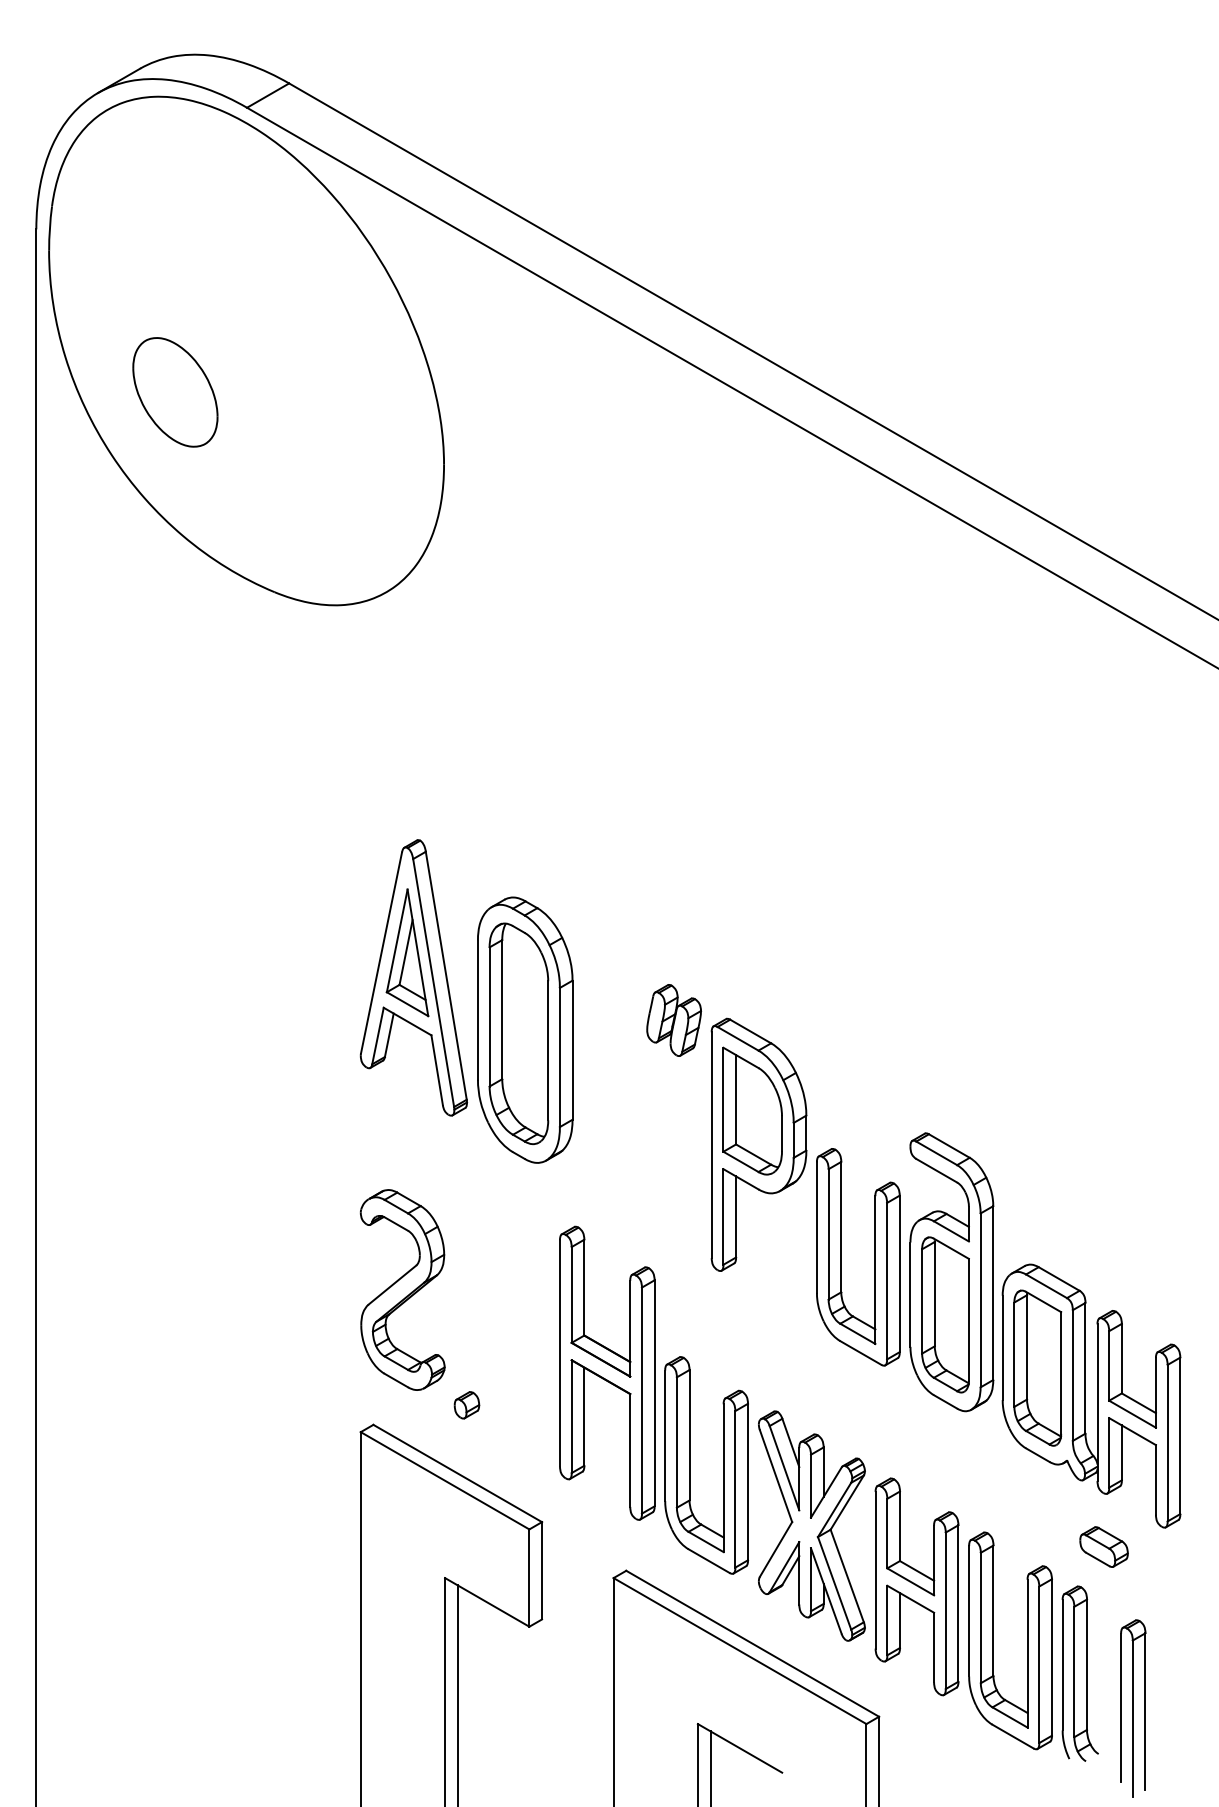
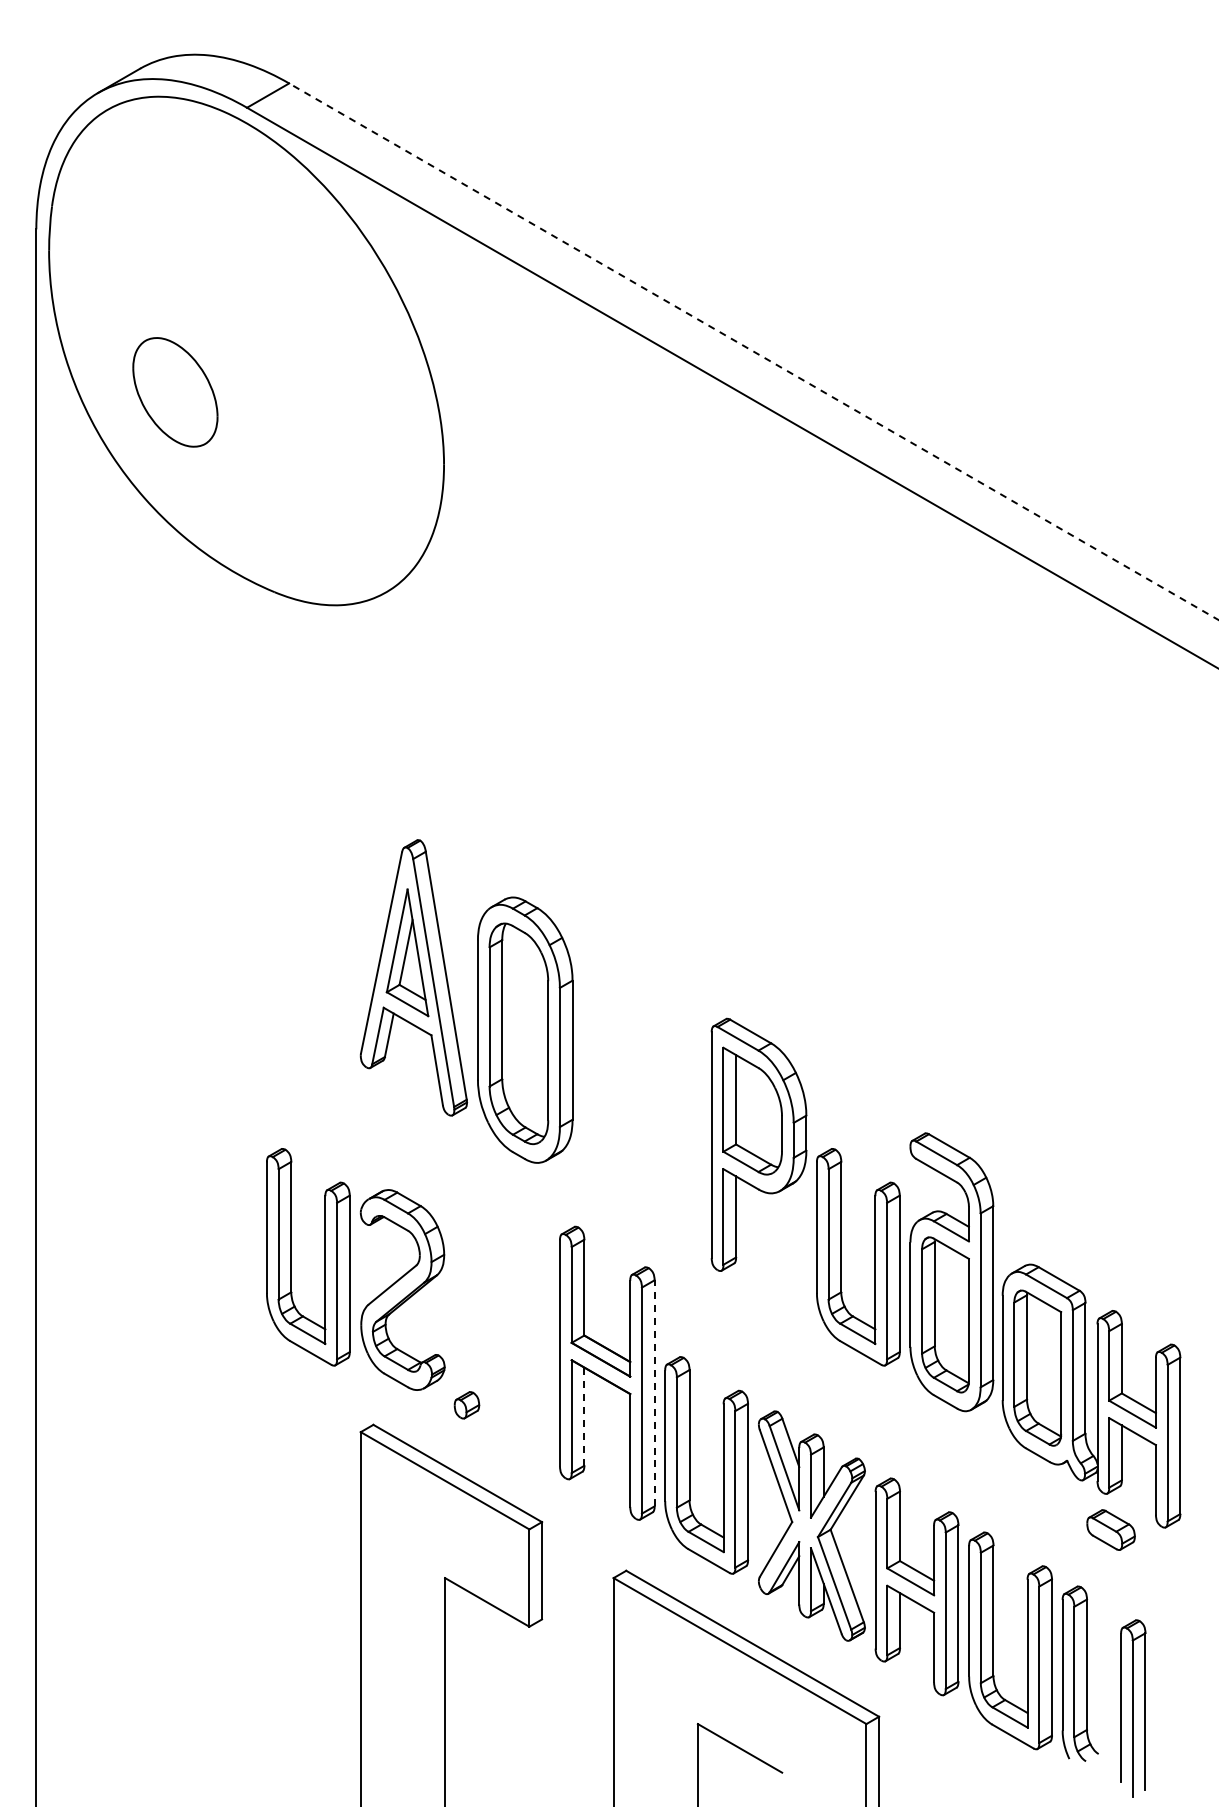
line at (753, 351): solid -> dashed
part at (673, 1020): present -> none
part at (324, 1257): none -> present
line at (654, 1392): solid -> dashed
line at (584, 1416): solid -> dashed
part at (1103, 1546) position: (1103, 1546) -> (1110, 1529)
line at (457, 1694): present -> none
line at (710, 1767): present -> none
